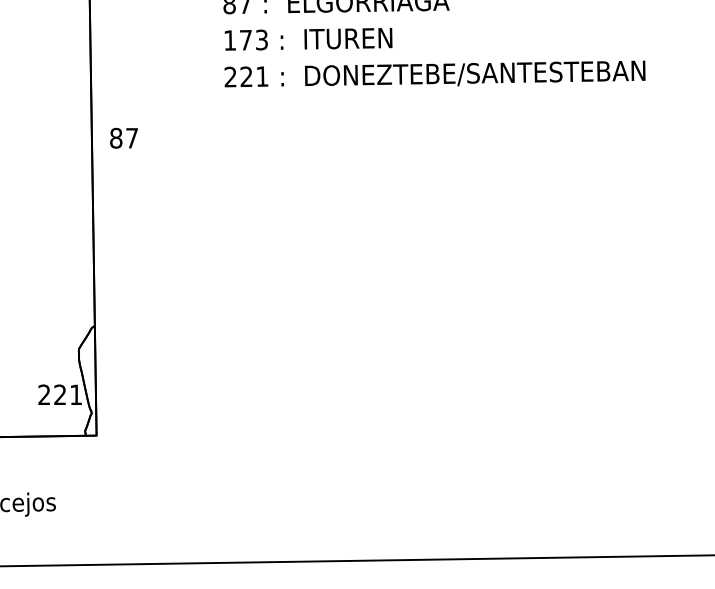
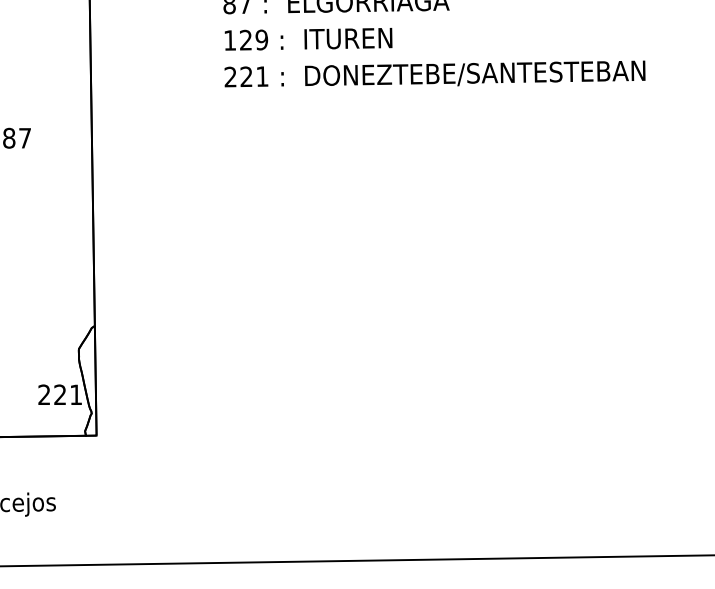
text at (254, 39): 173 -> 129
text at (123, 137) position: (123, 137) -> (16, 137)
